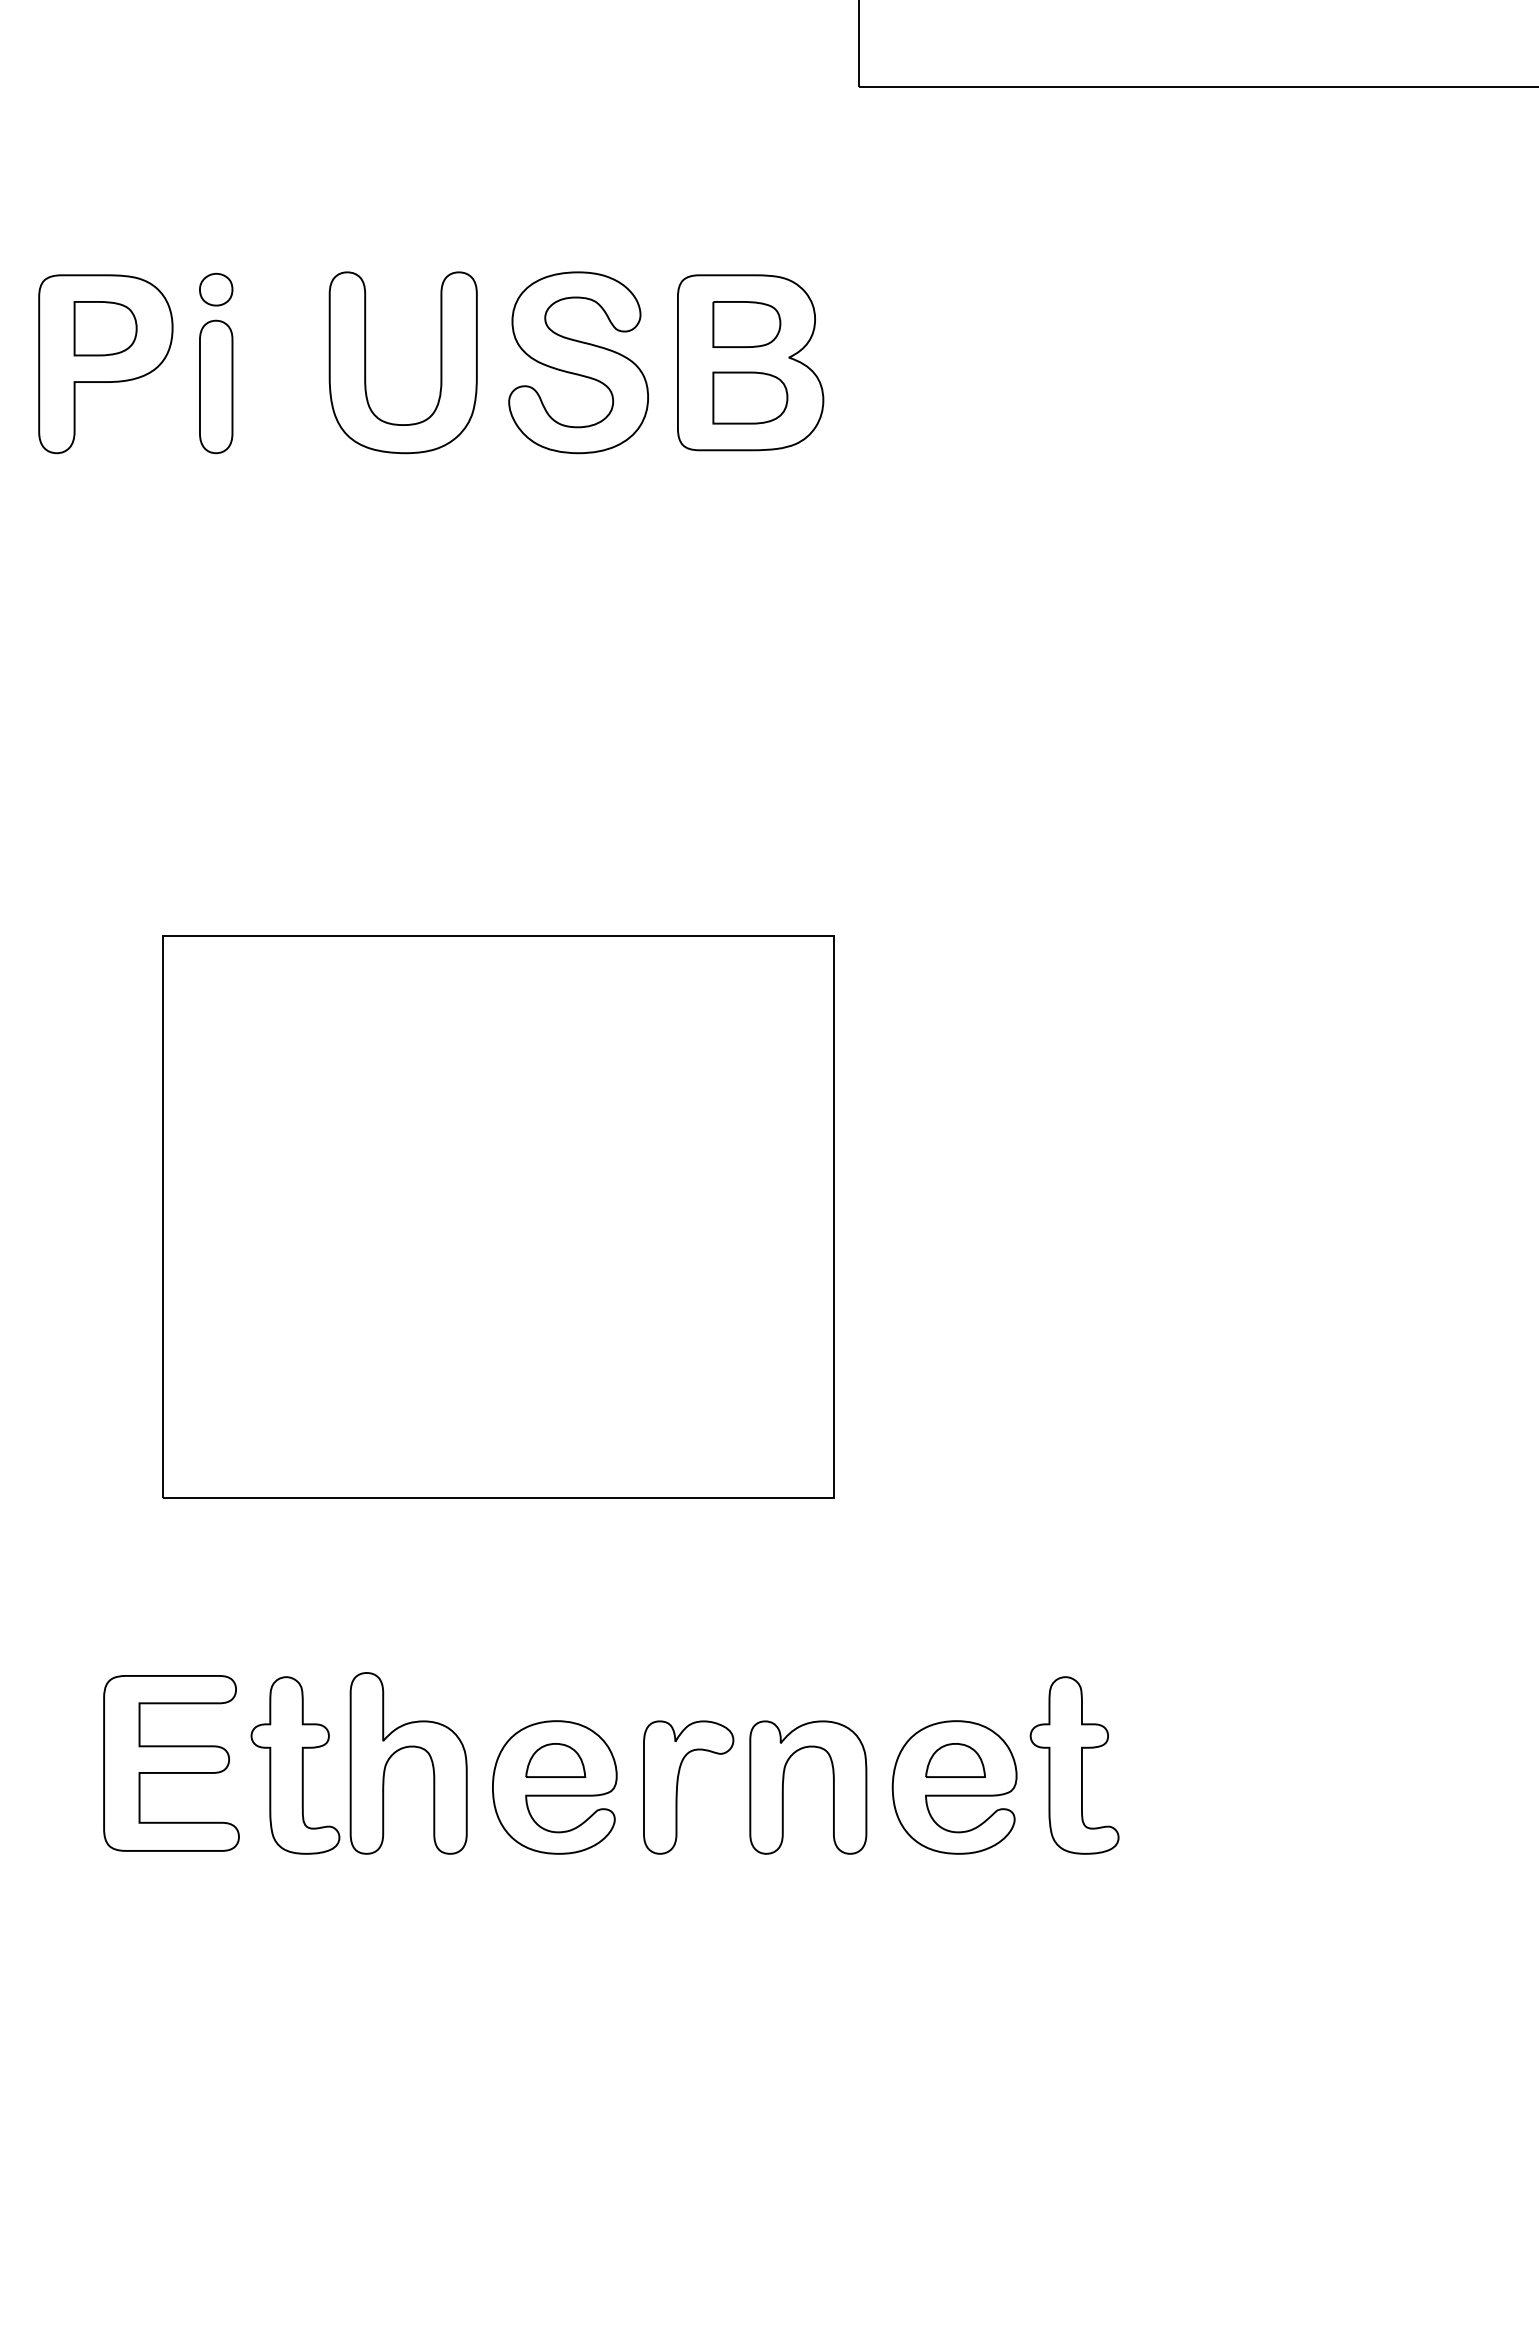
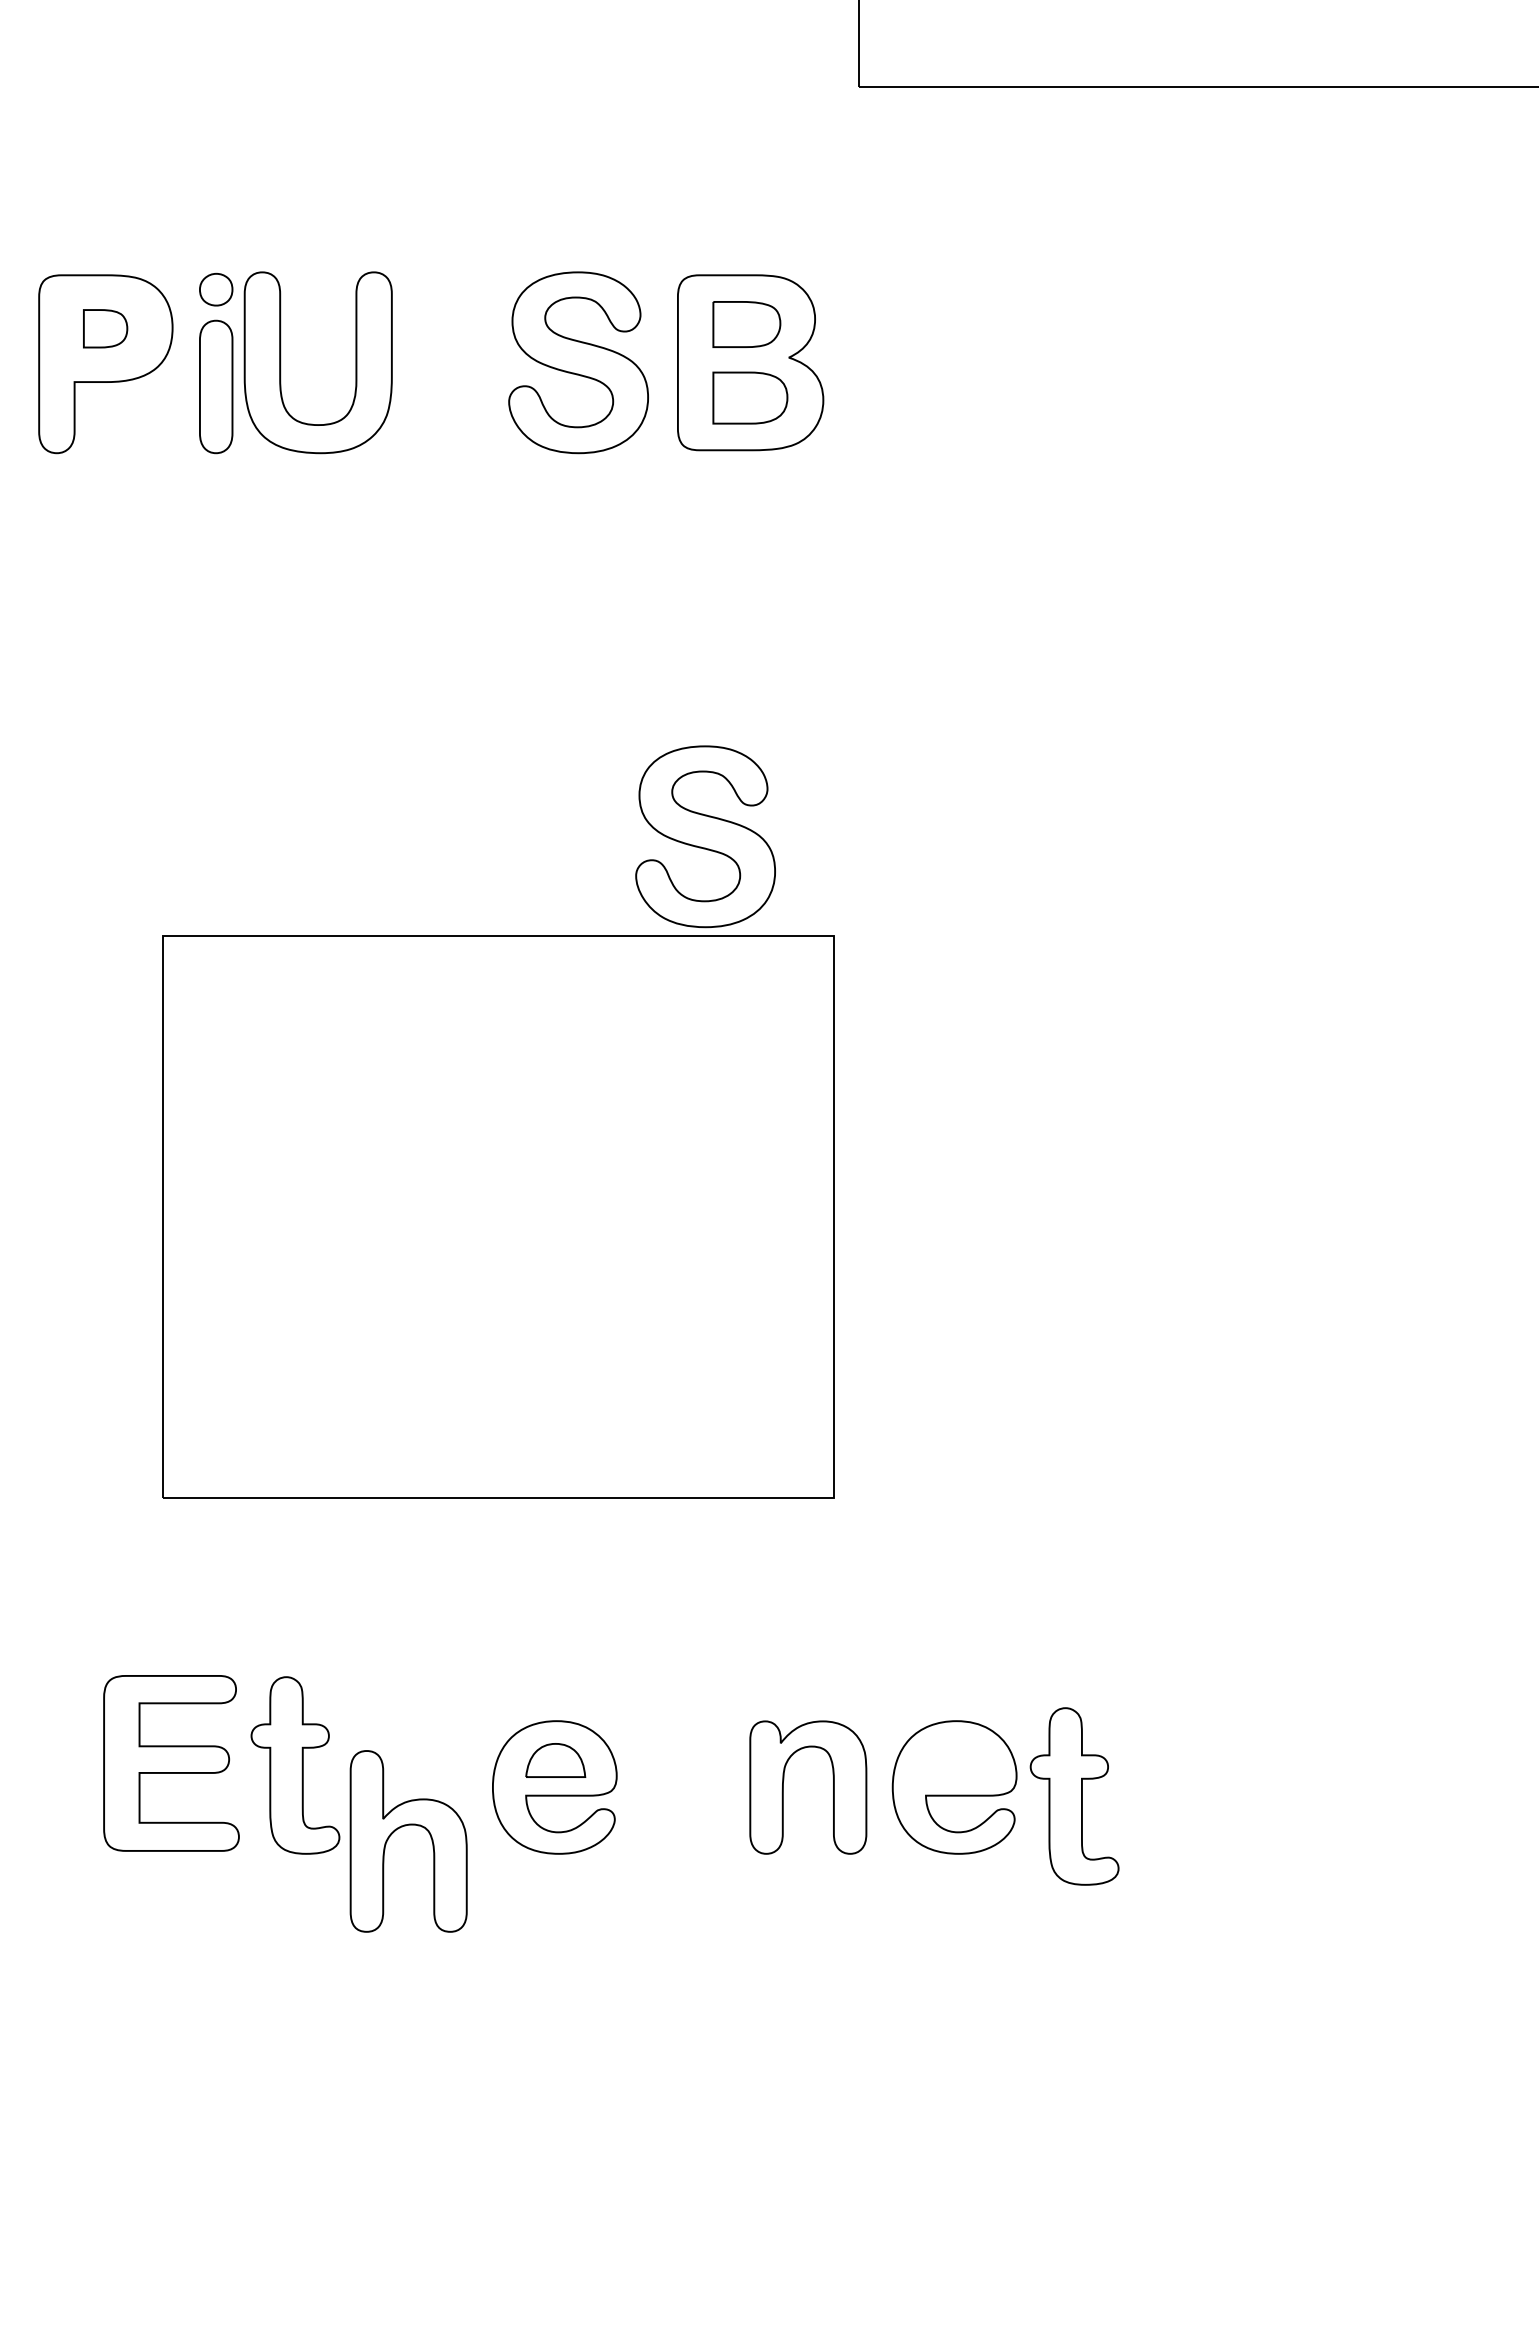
part at (105, 328) size: 65x56 px -> 46x40 px
part at (366, 362) position: (366, 362) -> (281, 362)
part at (705, 836): none -> present
part at (402, 1749) position: (402, 1749) -> (402, 1827)
part at (955, 1760): present -> none
part at (1074, 1765) position: (1074, 1765) -> (1074, 1796)
part at (678, 1785): present -> none
